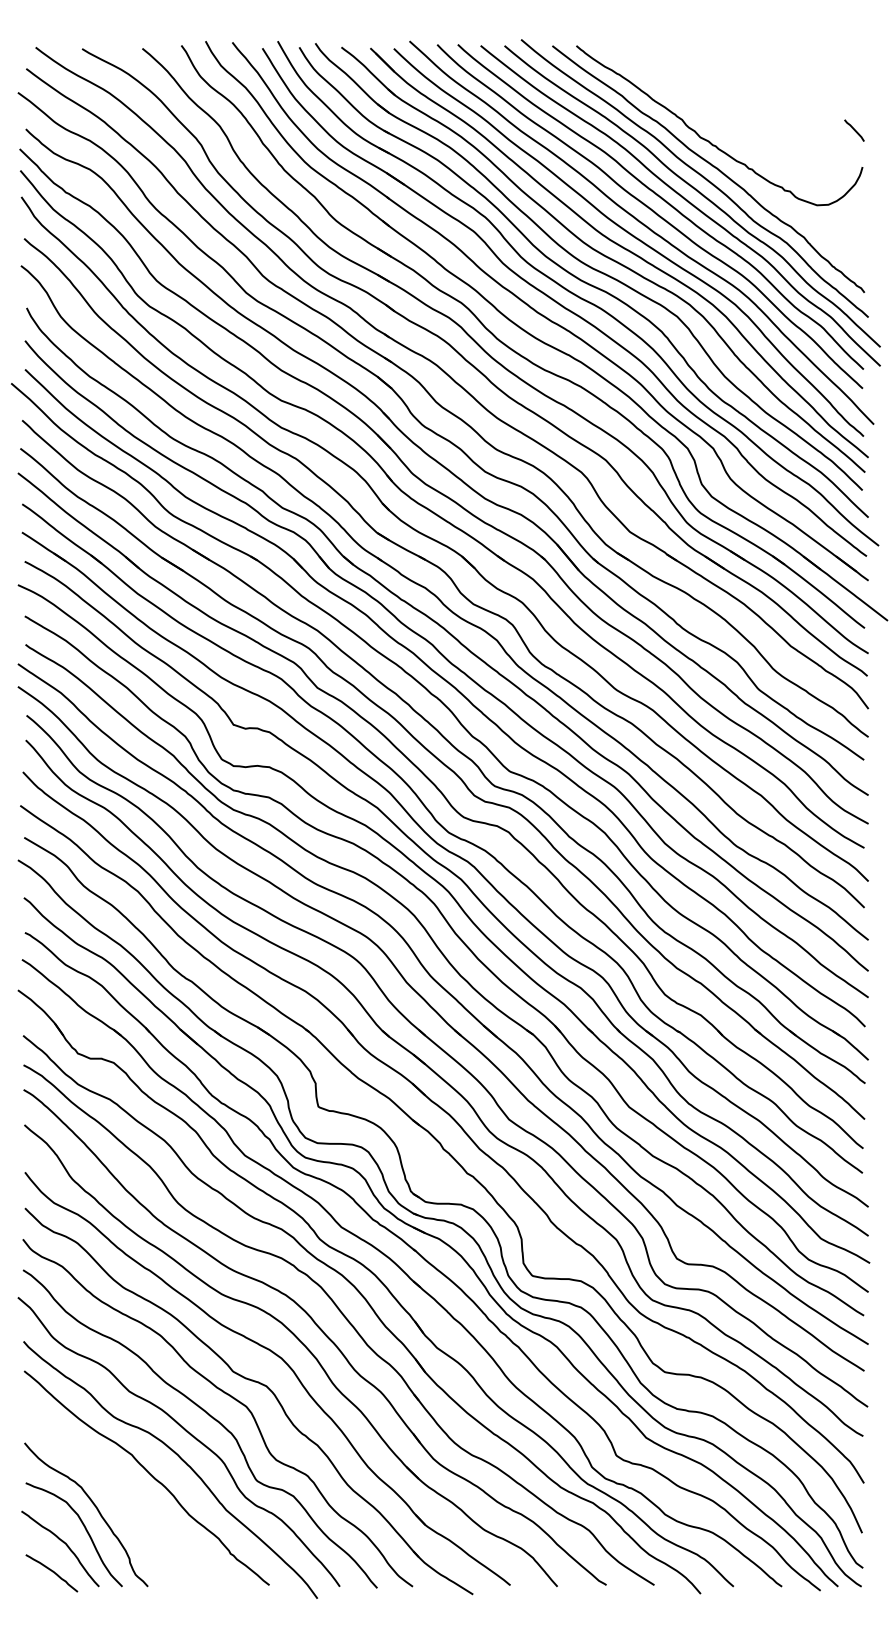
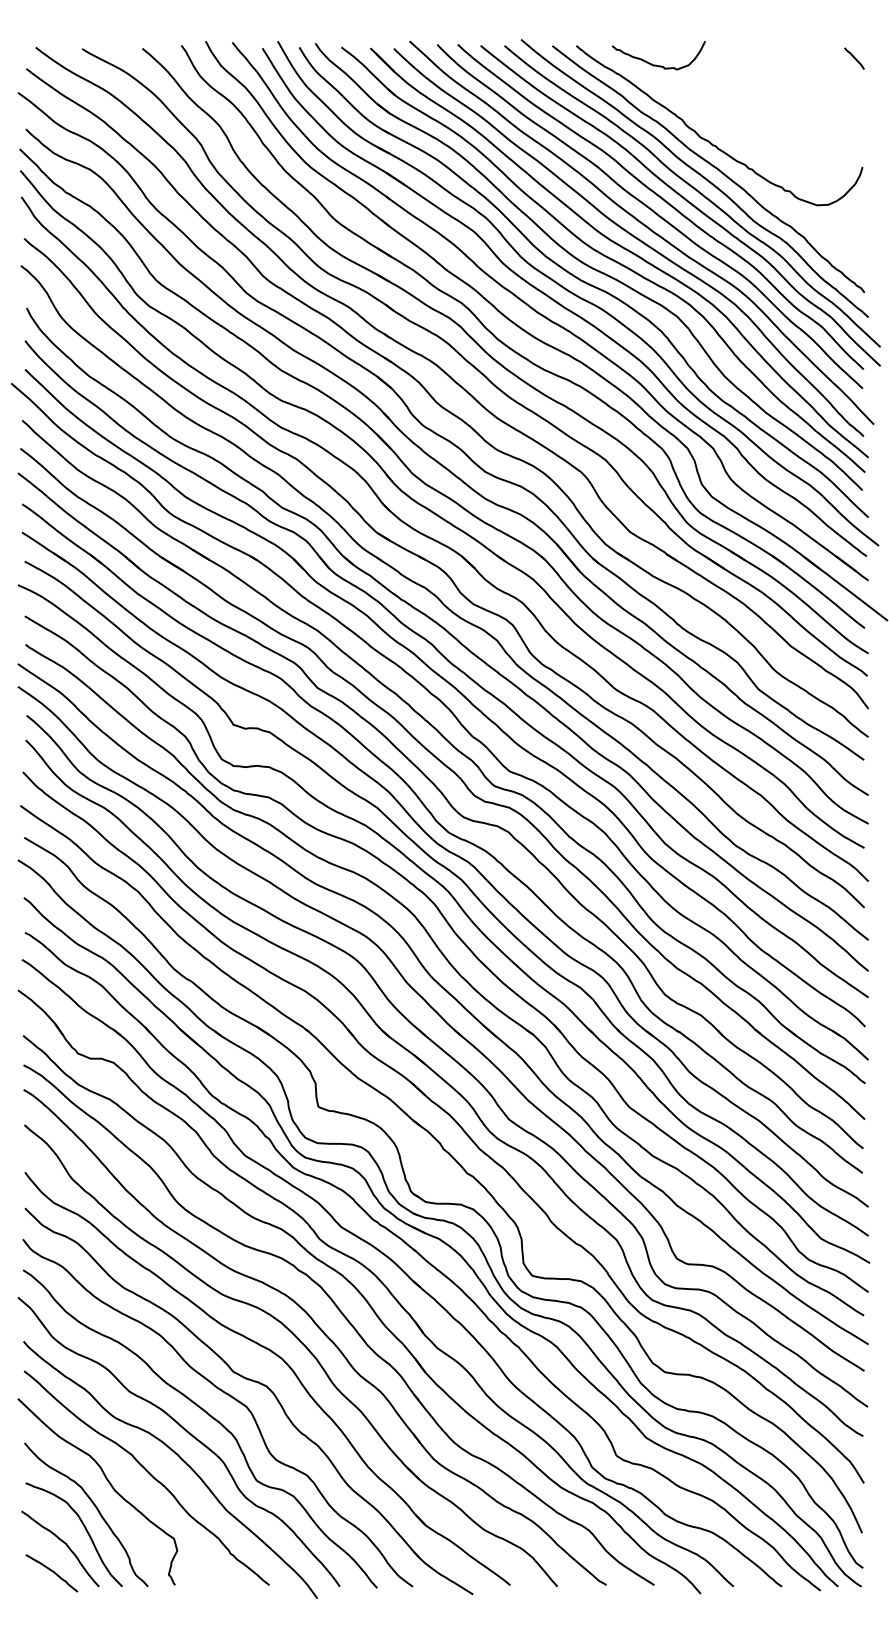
curve at (656, 64): none -> present
line at (854, 130) position: (854, 130) -> (854, 58)
curve at (109, 1484): none -> present
